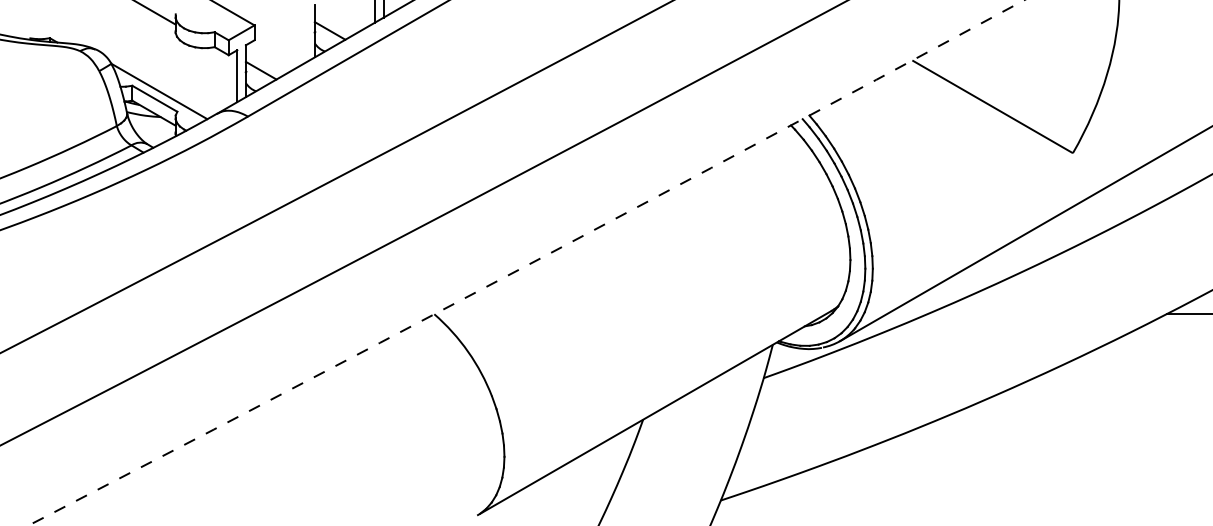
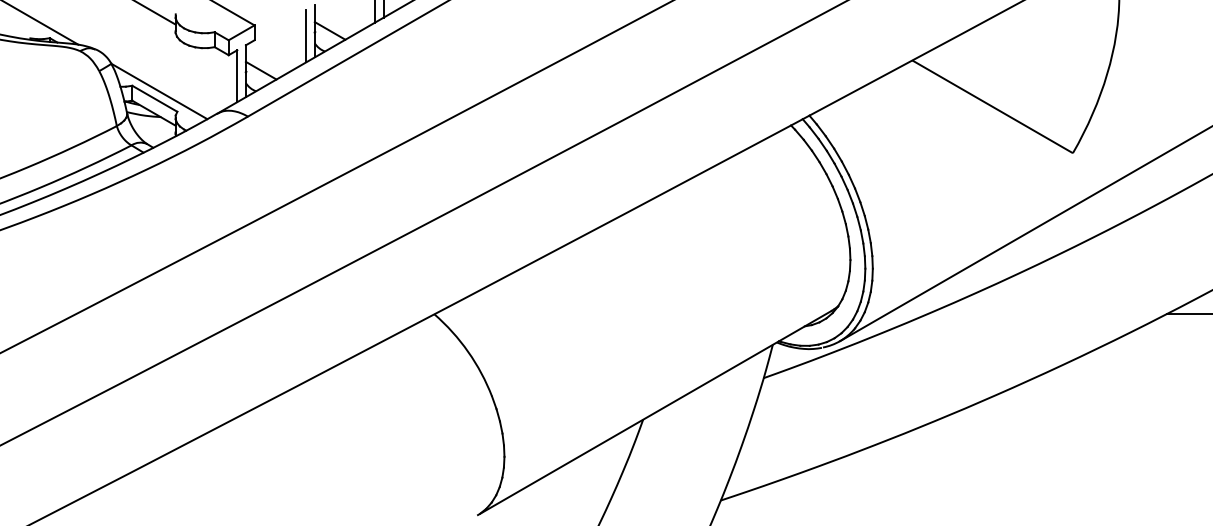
line at (41, 23): none -> present
line at (306, 36): none -> present
arc at (527, 265): dashed -> solid
